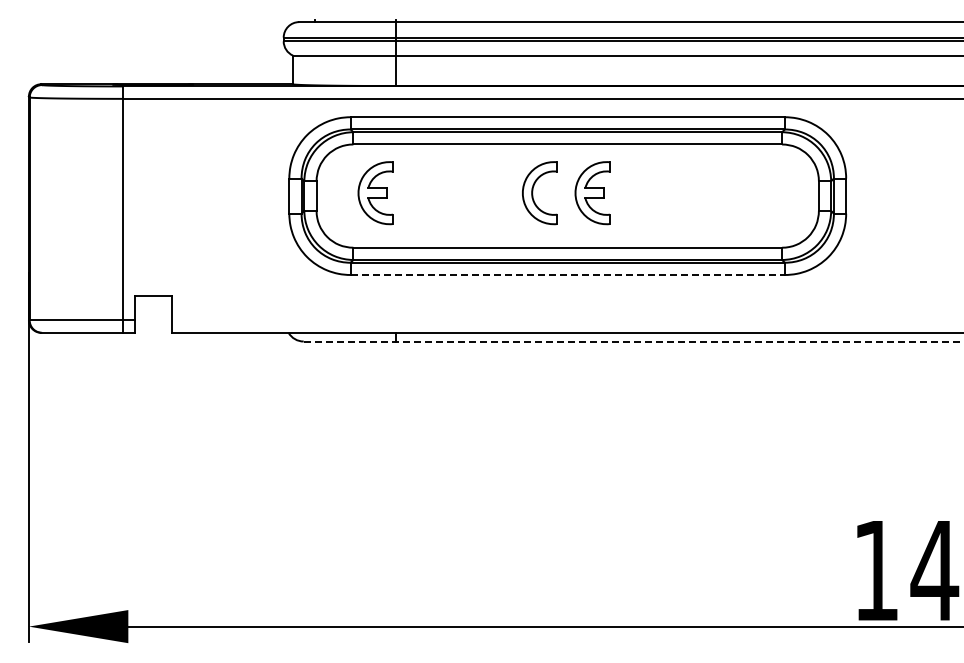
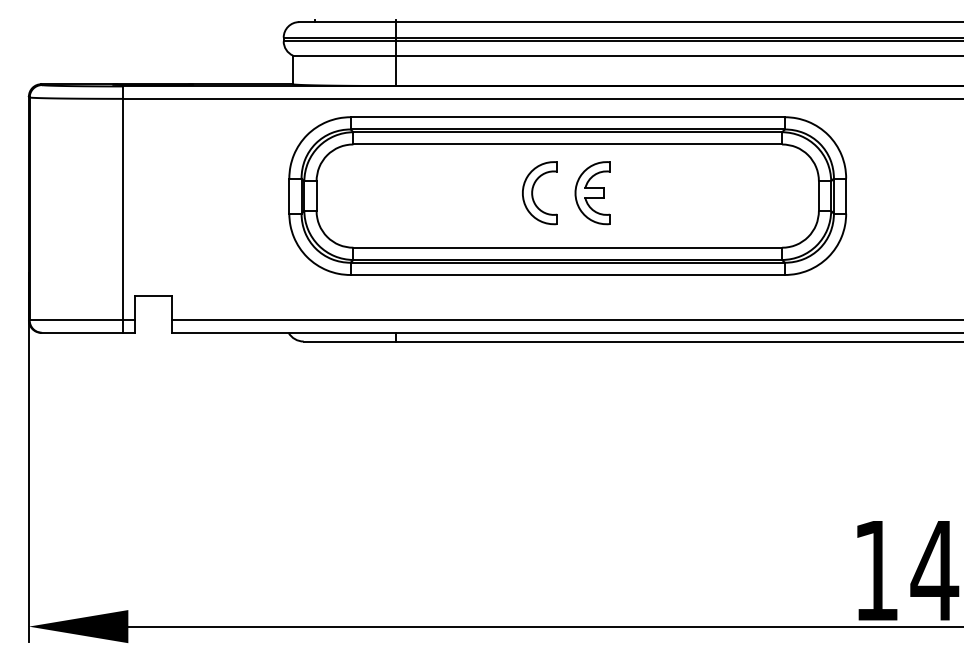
part at (375, 193): present -> none
line at (568, 274): dashed -> solid
line at (565, 320): none -> present
line at (633, 341): dashed -> solid
